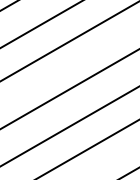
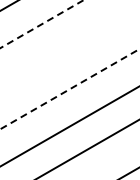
line at (42, 24): solid -> dashed
line at (69, 41): present -> none
line at (70, 88): solid -> dashed
